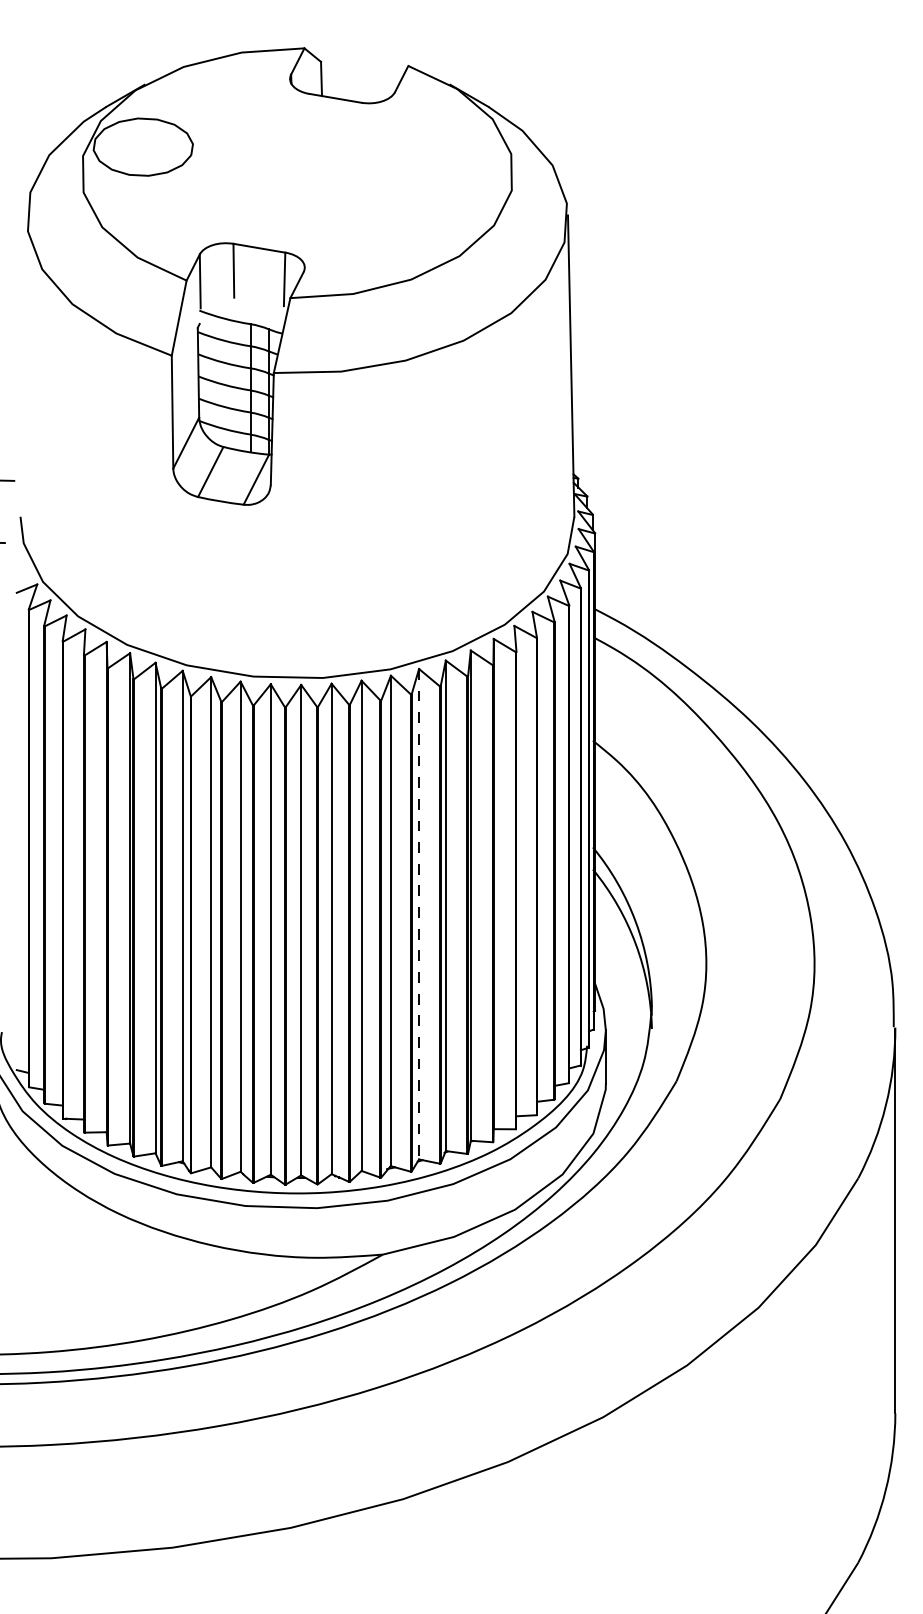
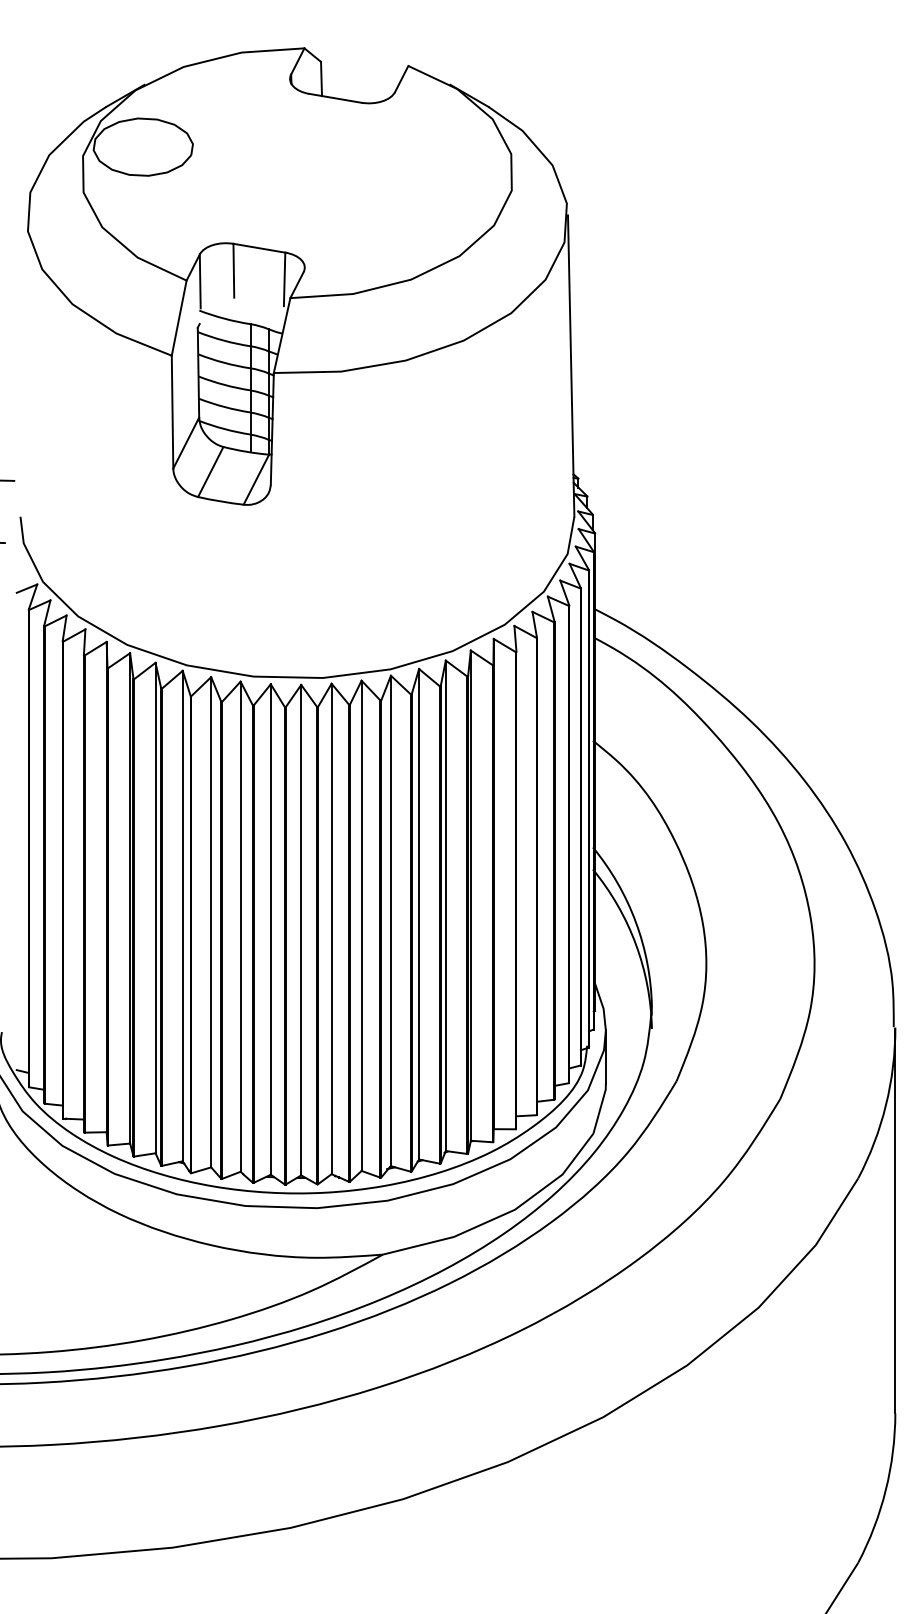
line at (419, 914): dashed -> solid
